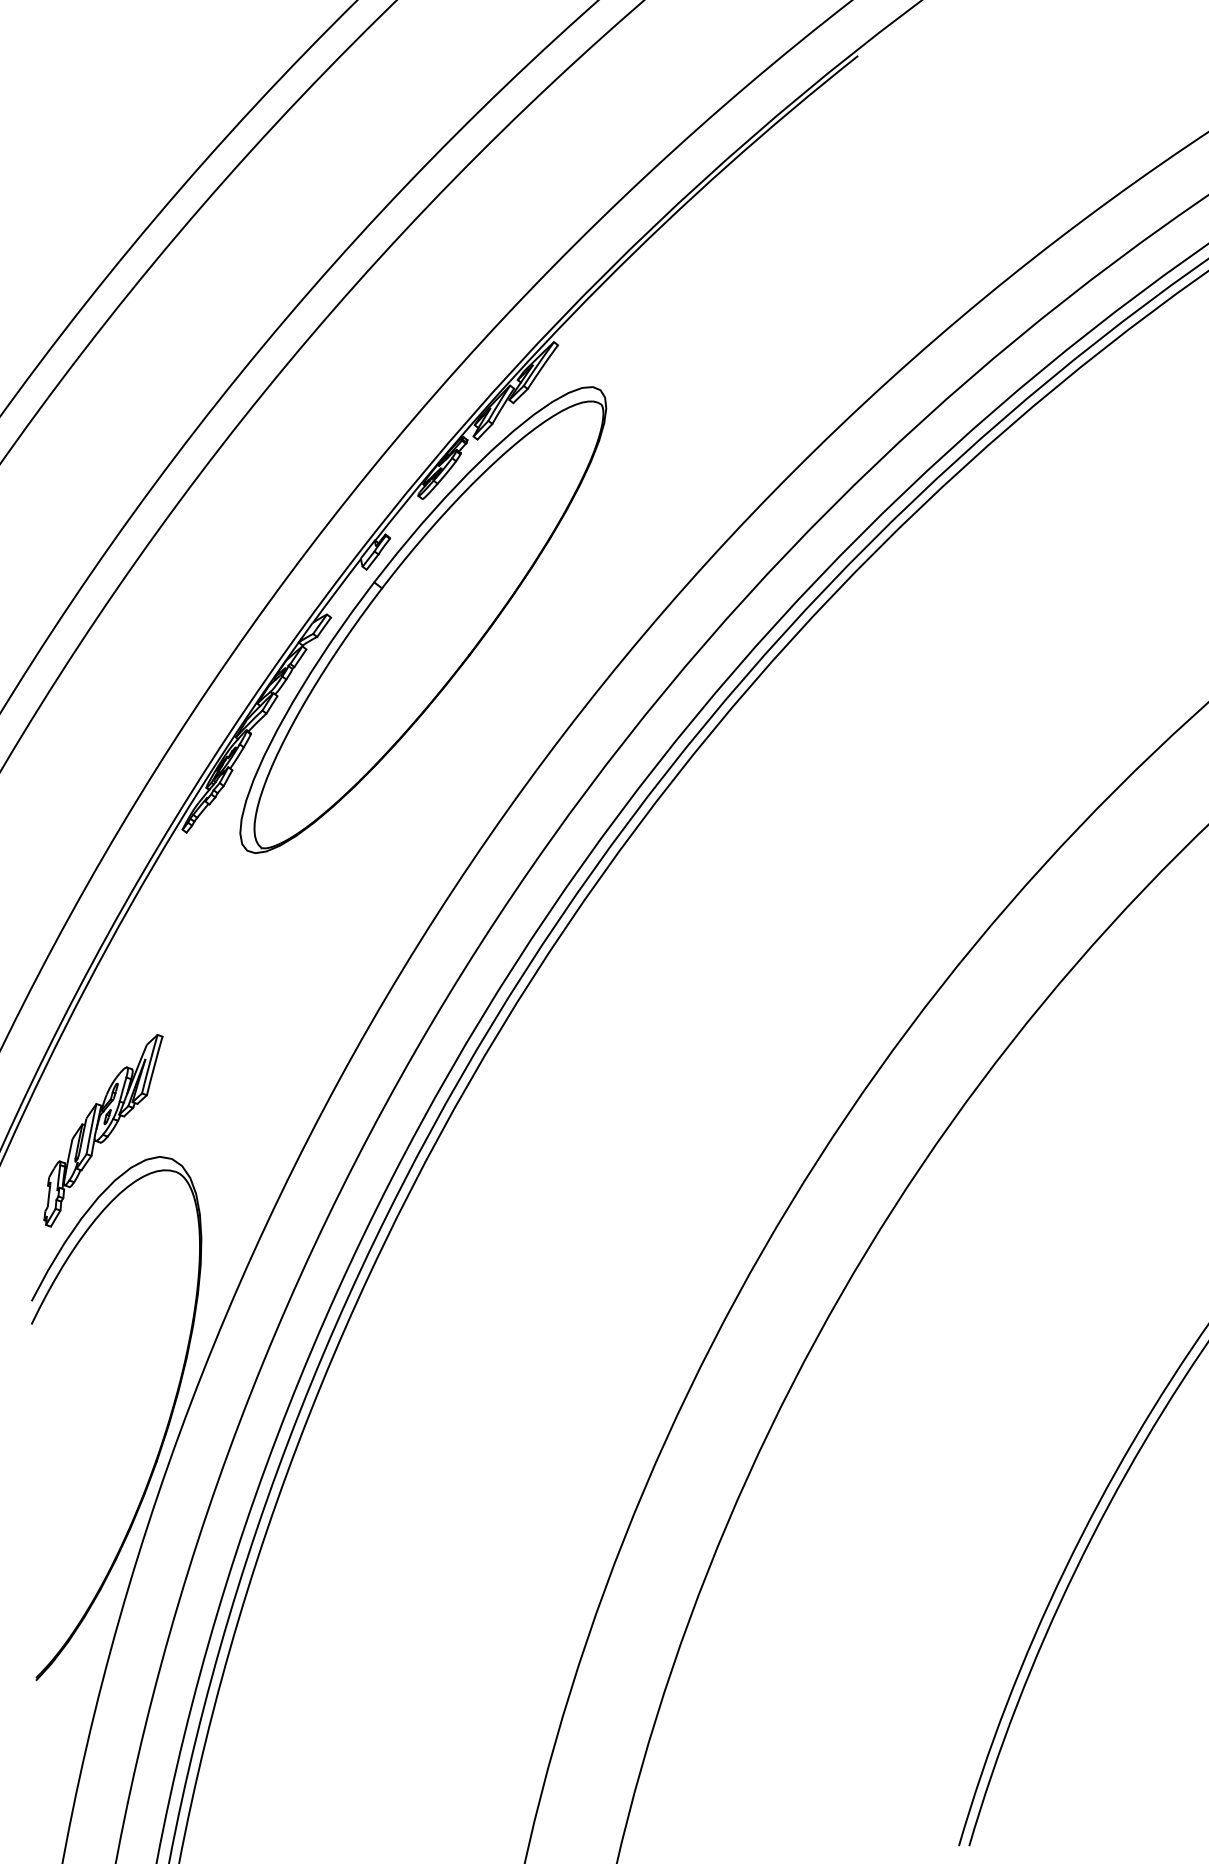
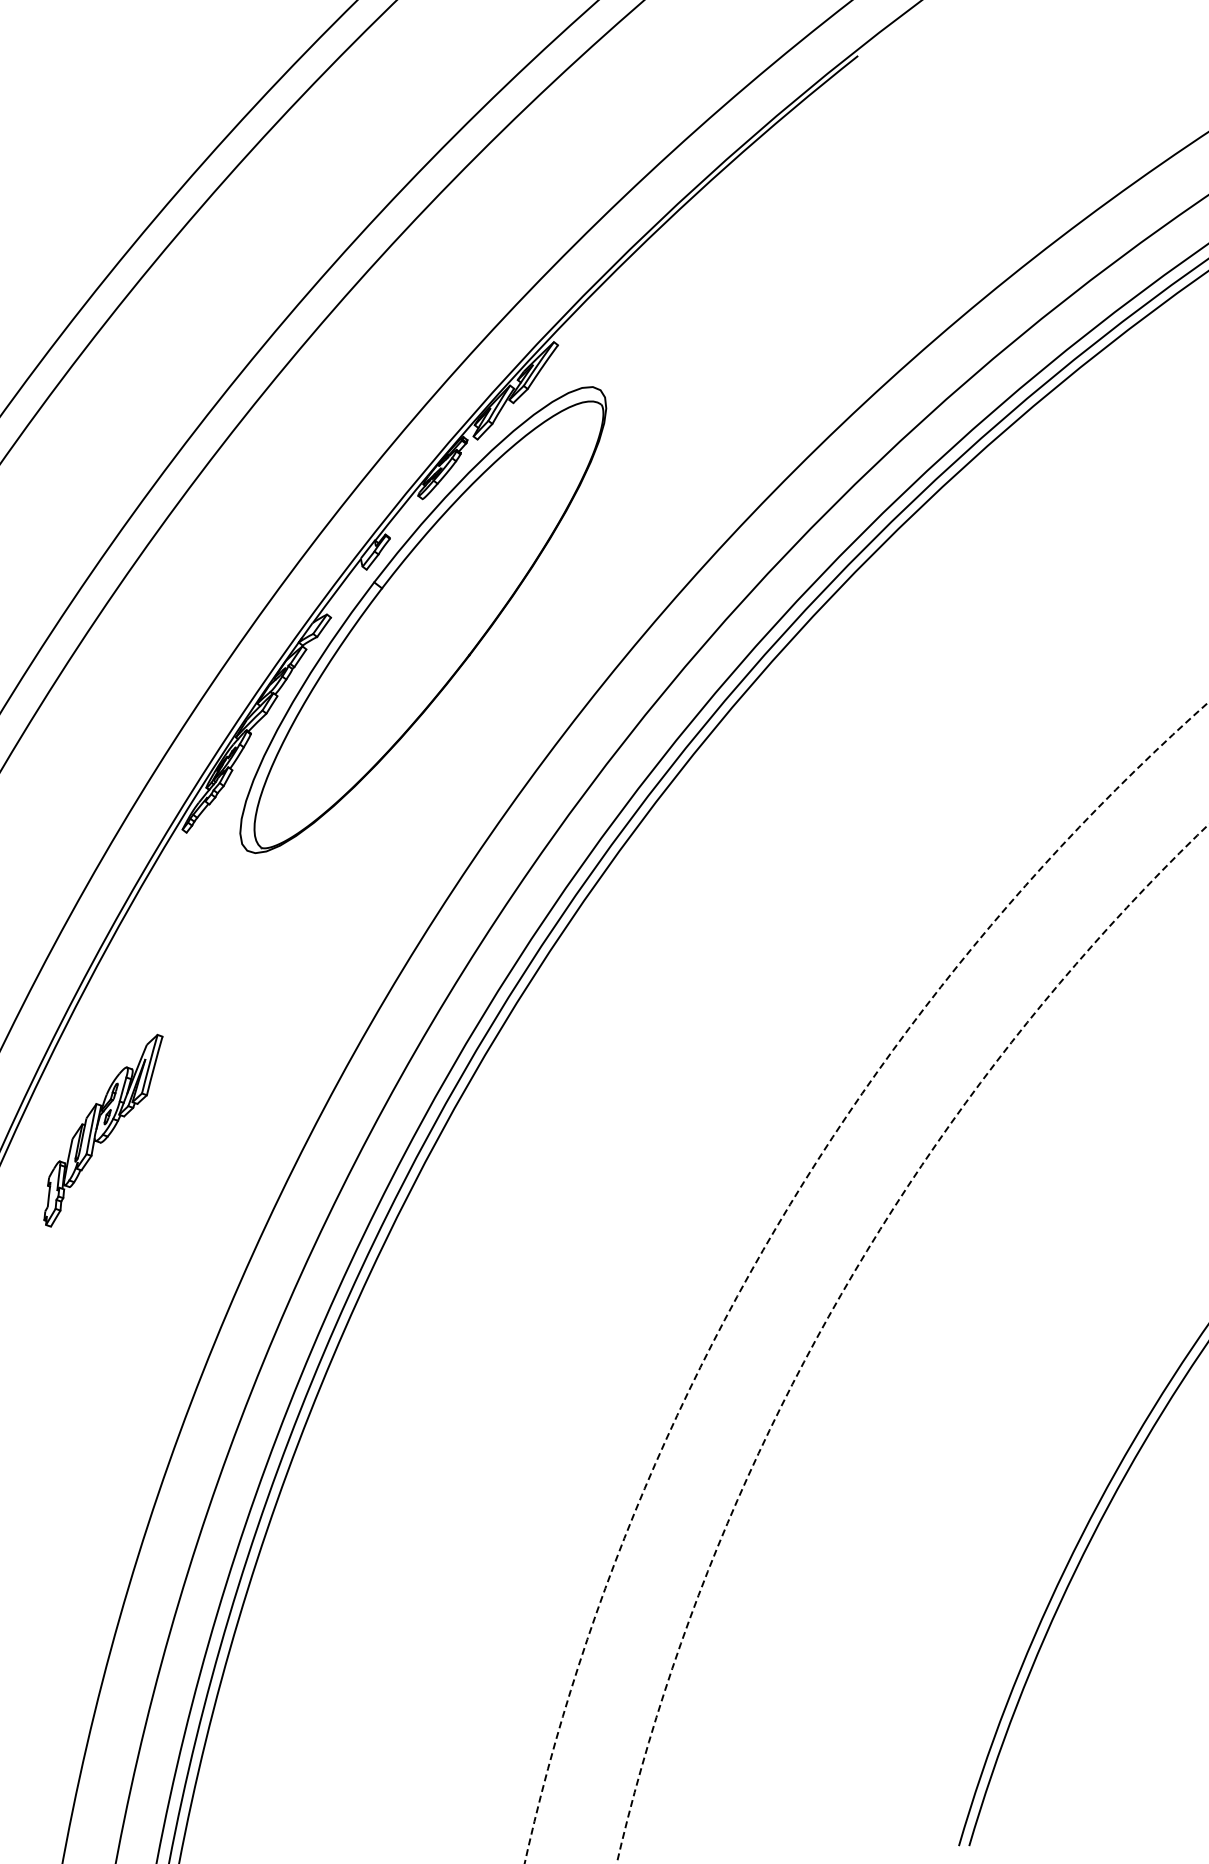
circle at (866, 1282): solid -> dashed
circle at (912, 1343): solid -> dashed
part at (163, 1435): present -> none
